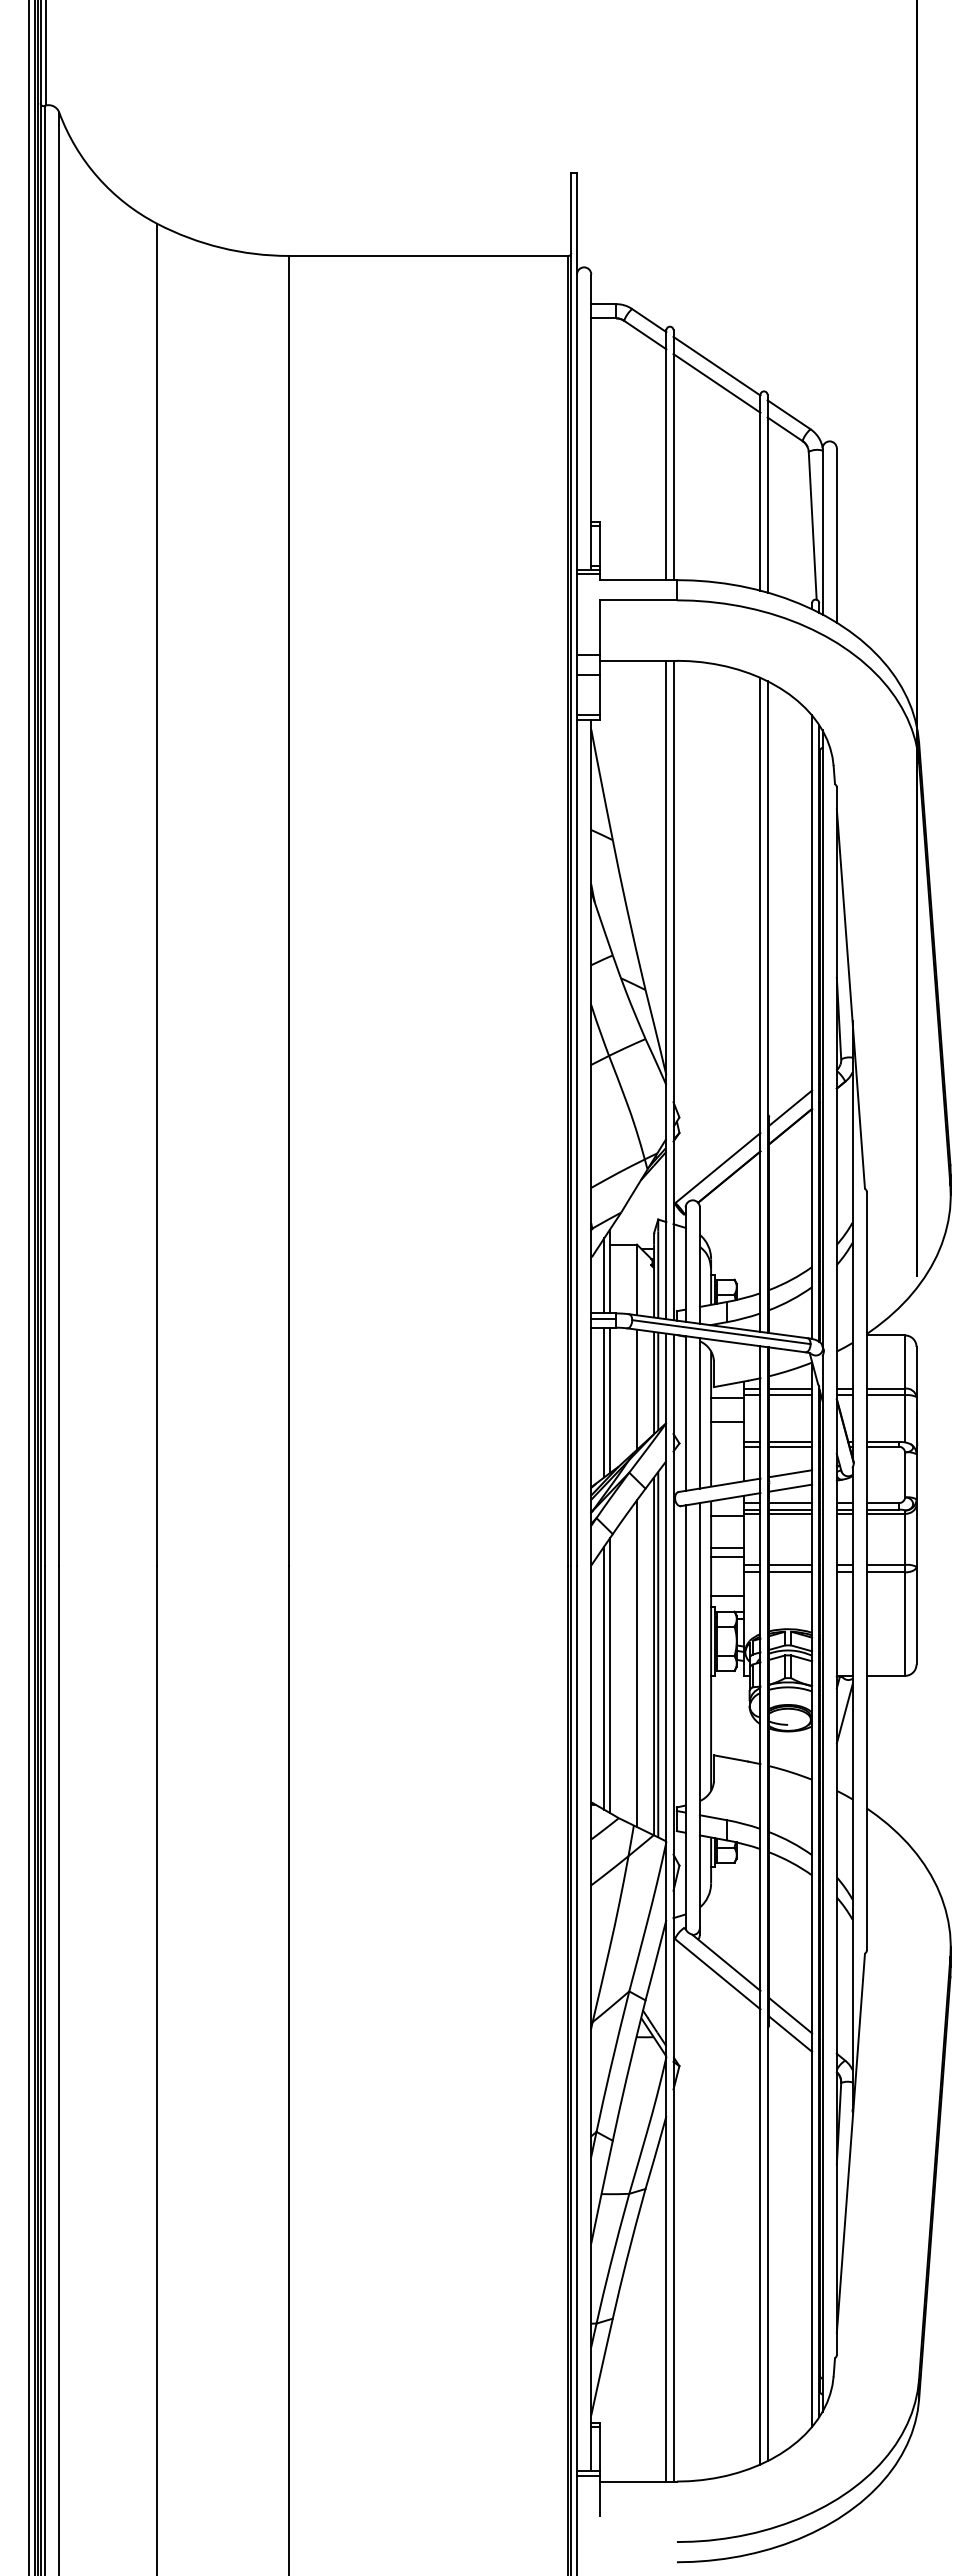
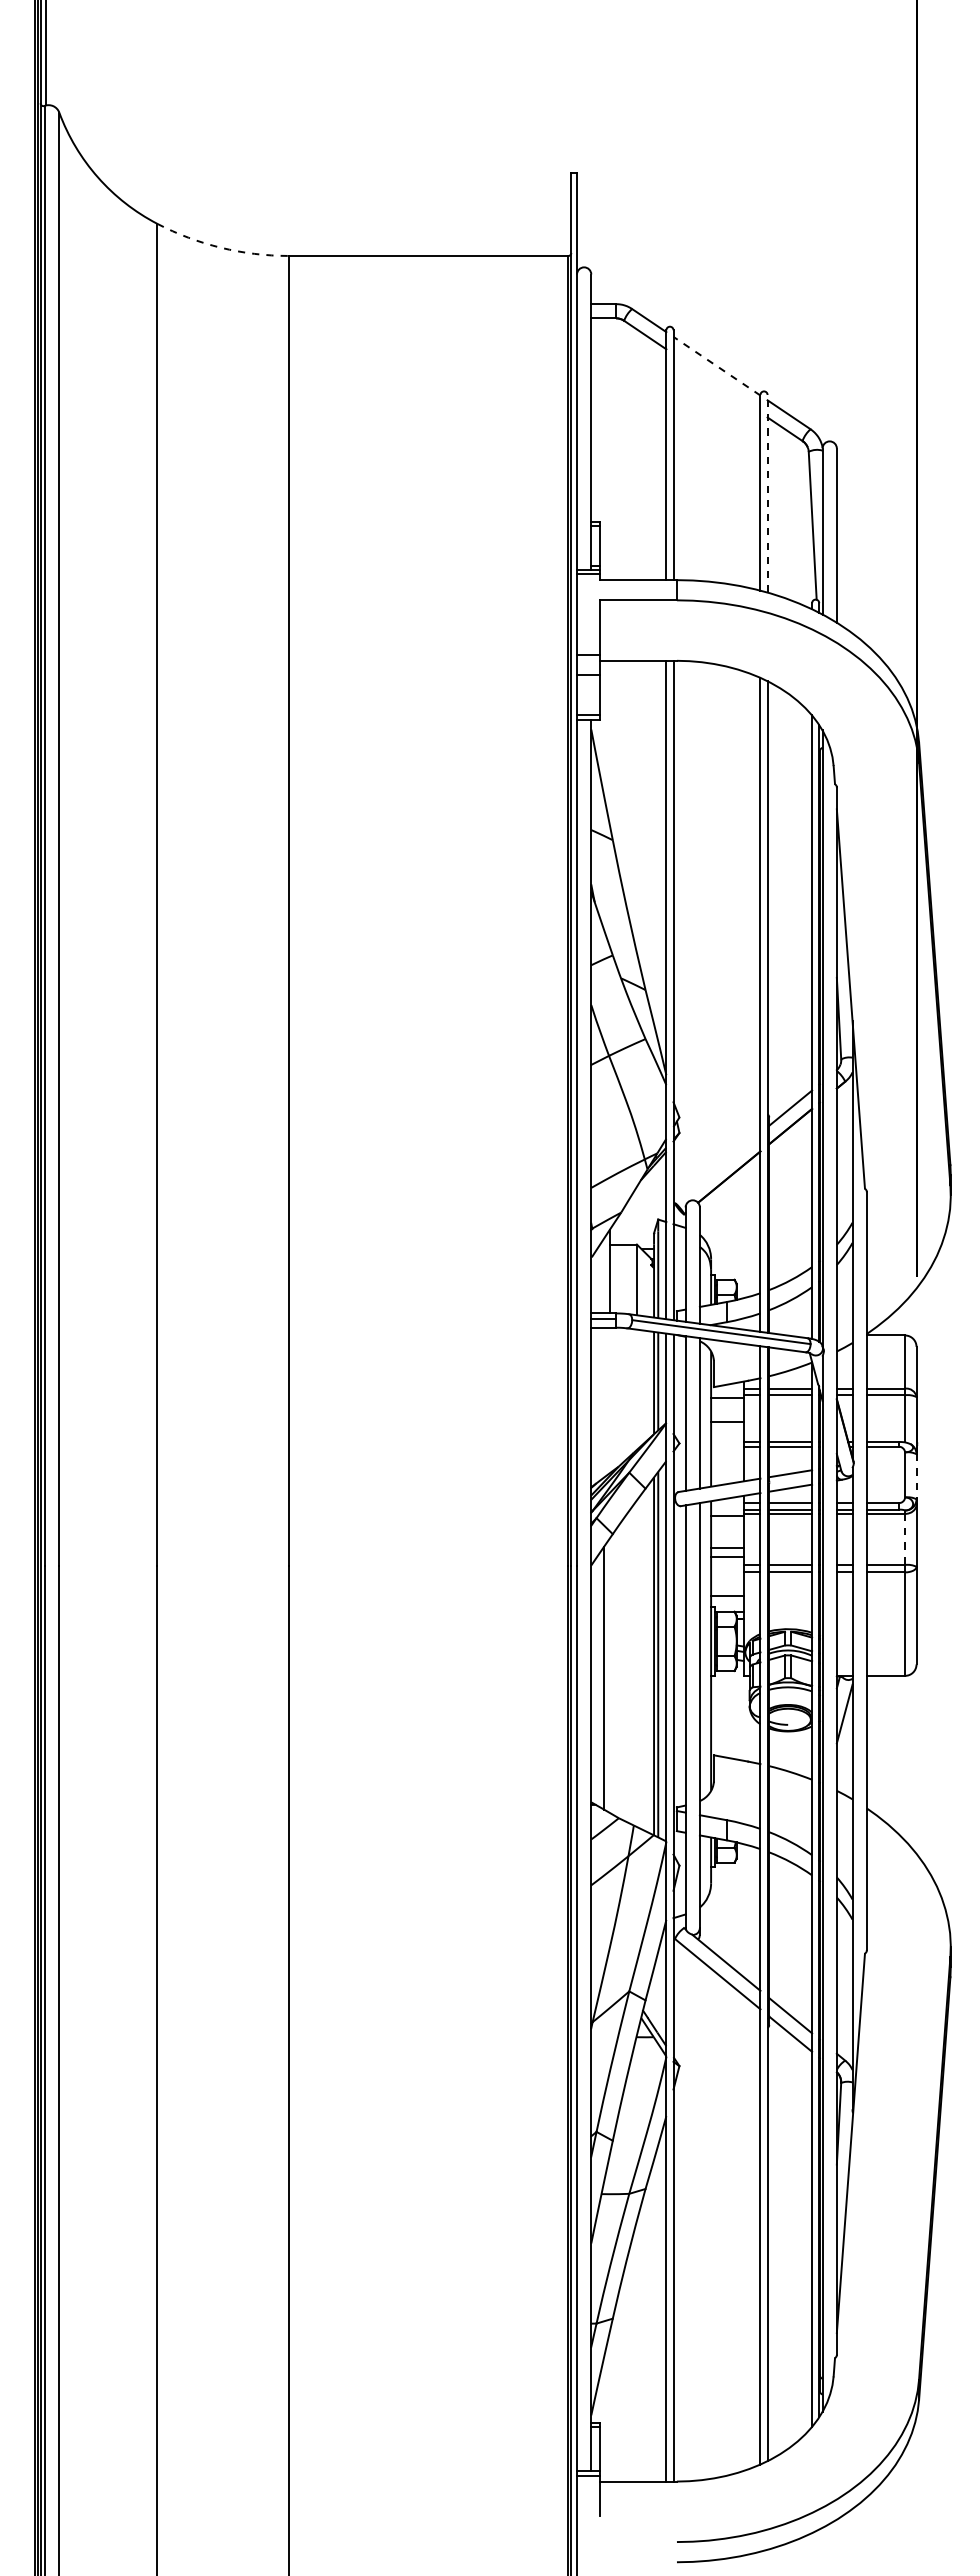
arc at (221, 247): solid -> dashed
line at (716, 365): solid -> dashed
line at (716, 383): present -> none
line at (767, 493): solid -> dashed
line at (717, 1168): present -> none
line at (604, 1275): present -> none
line at (29, 1287): present -> none
line at (636, 1389): present -> none
line at (609, 1400): present -> none
line at (604, 1402): present -> none
line at (916, 1476): solid -> dashed
line at (905, 1539): solid -> dashed
line at (636, 1663): present -> none
line at (609, 1675): present -> none
